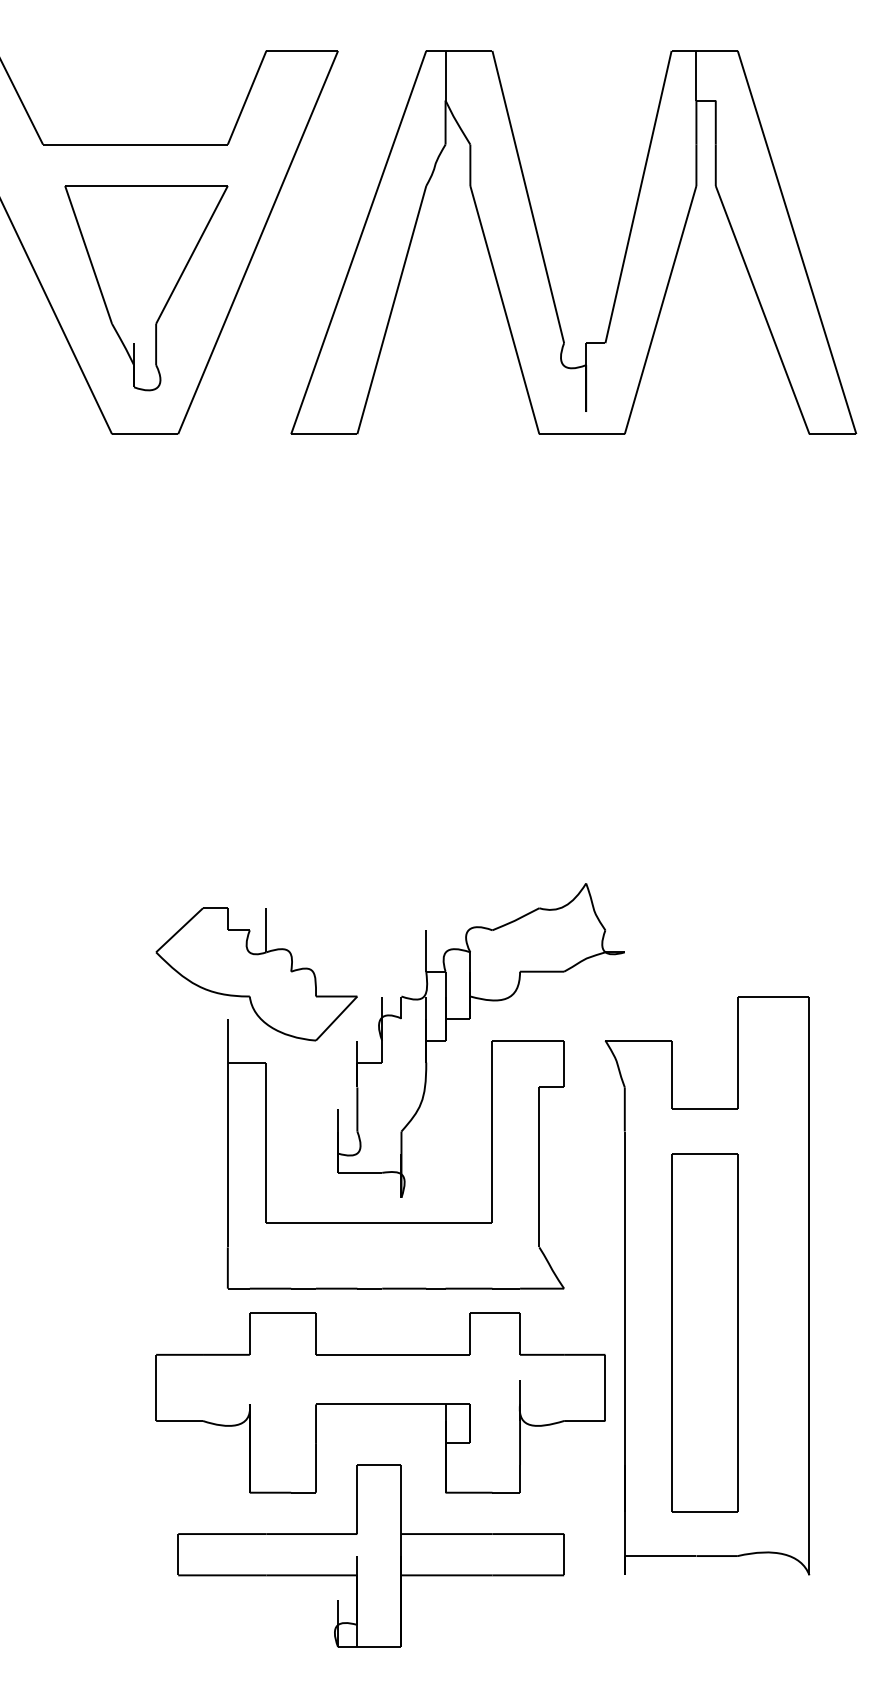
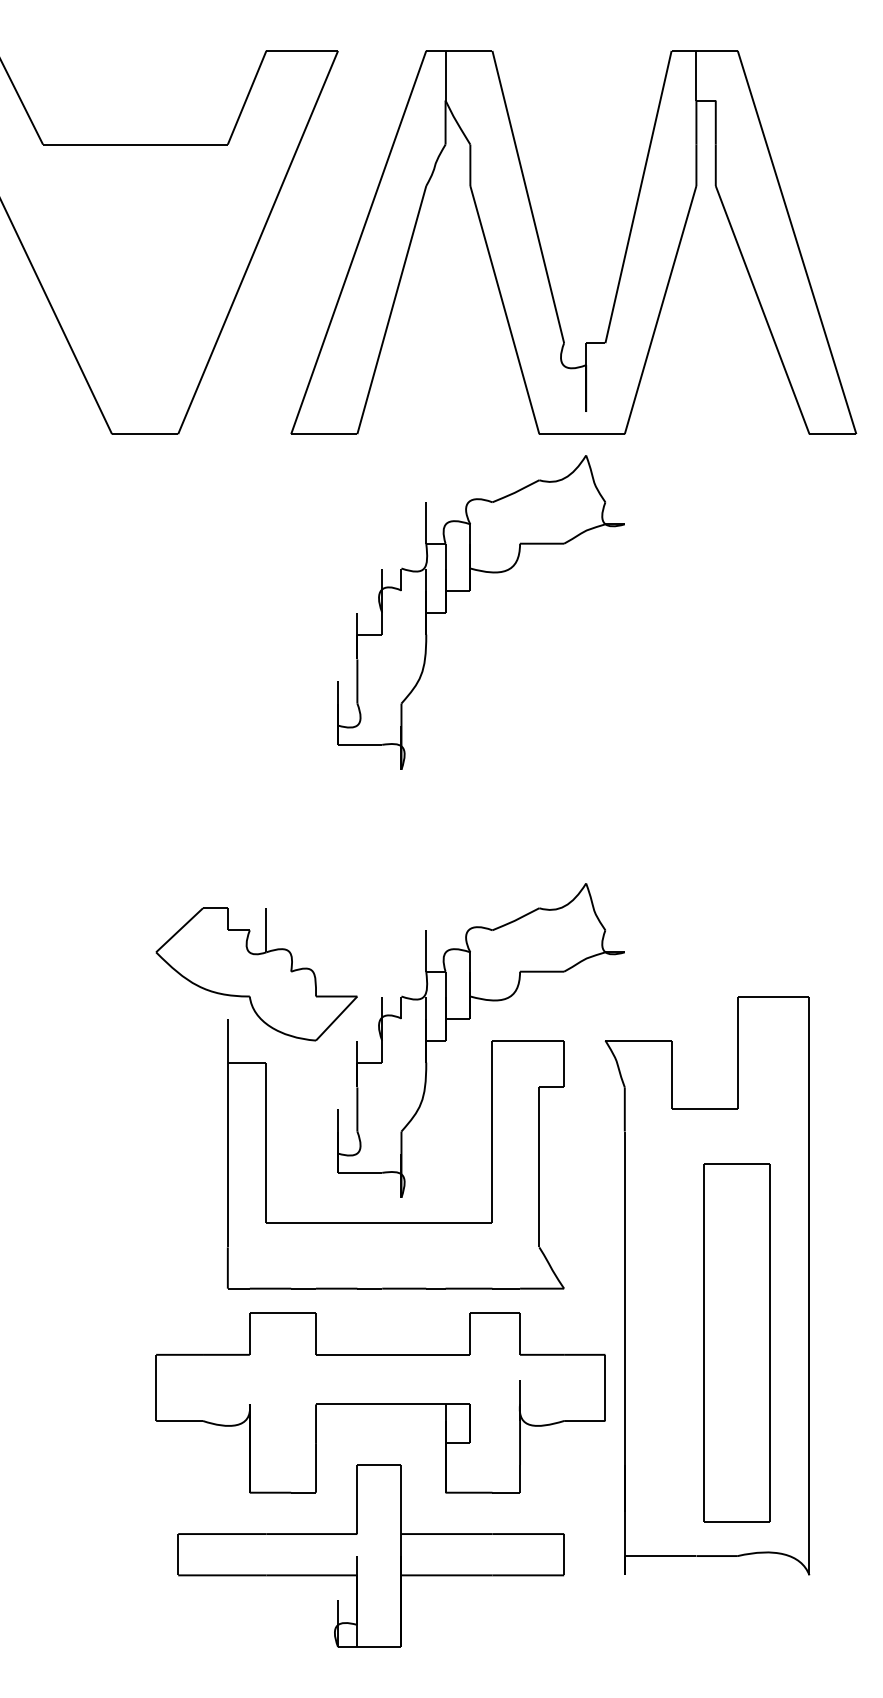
part at (146, 288): present -> none
part at (469, 591): none -> present
part at (704, 1332) position: (704, 1332) -> (736, 1342)
